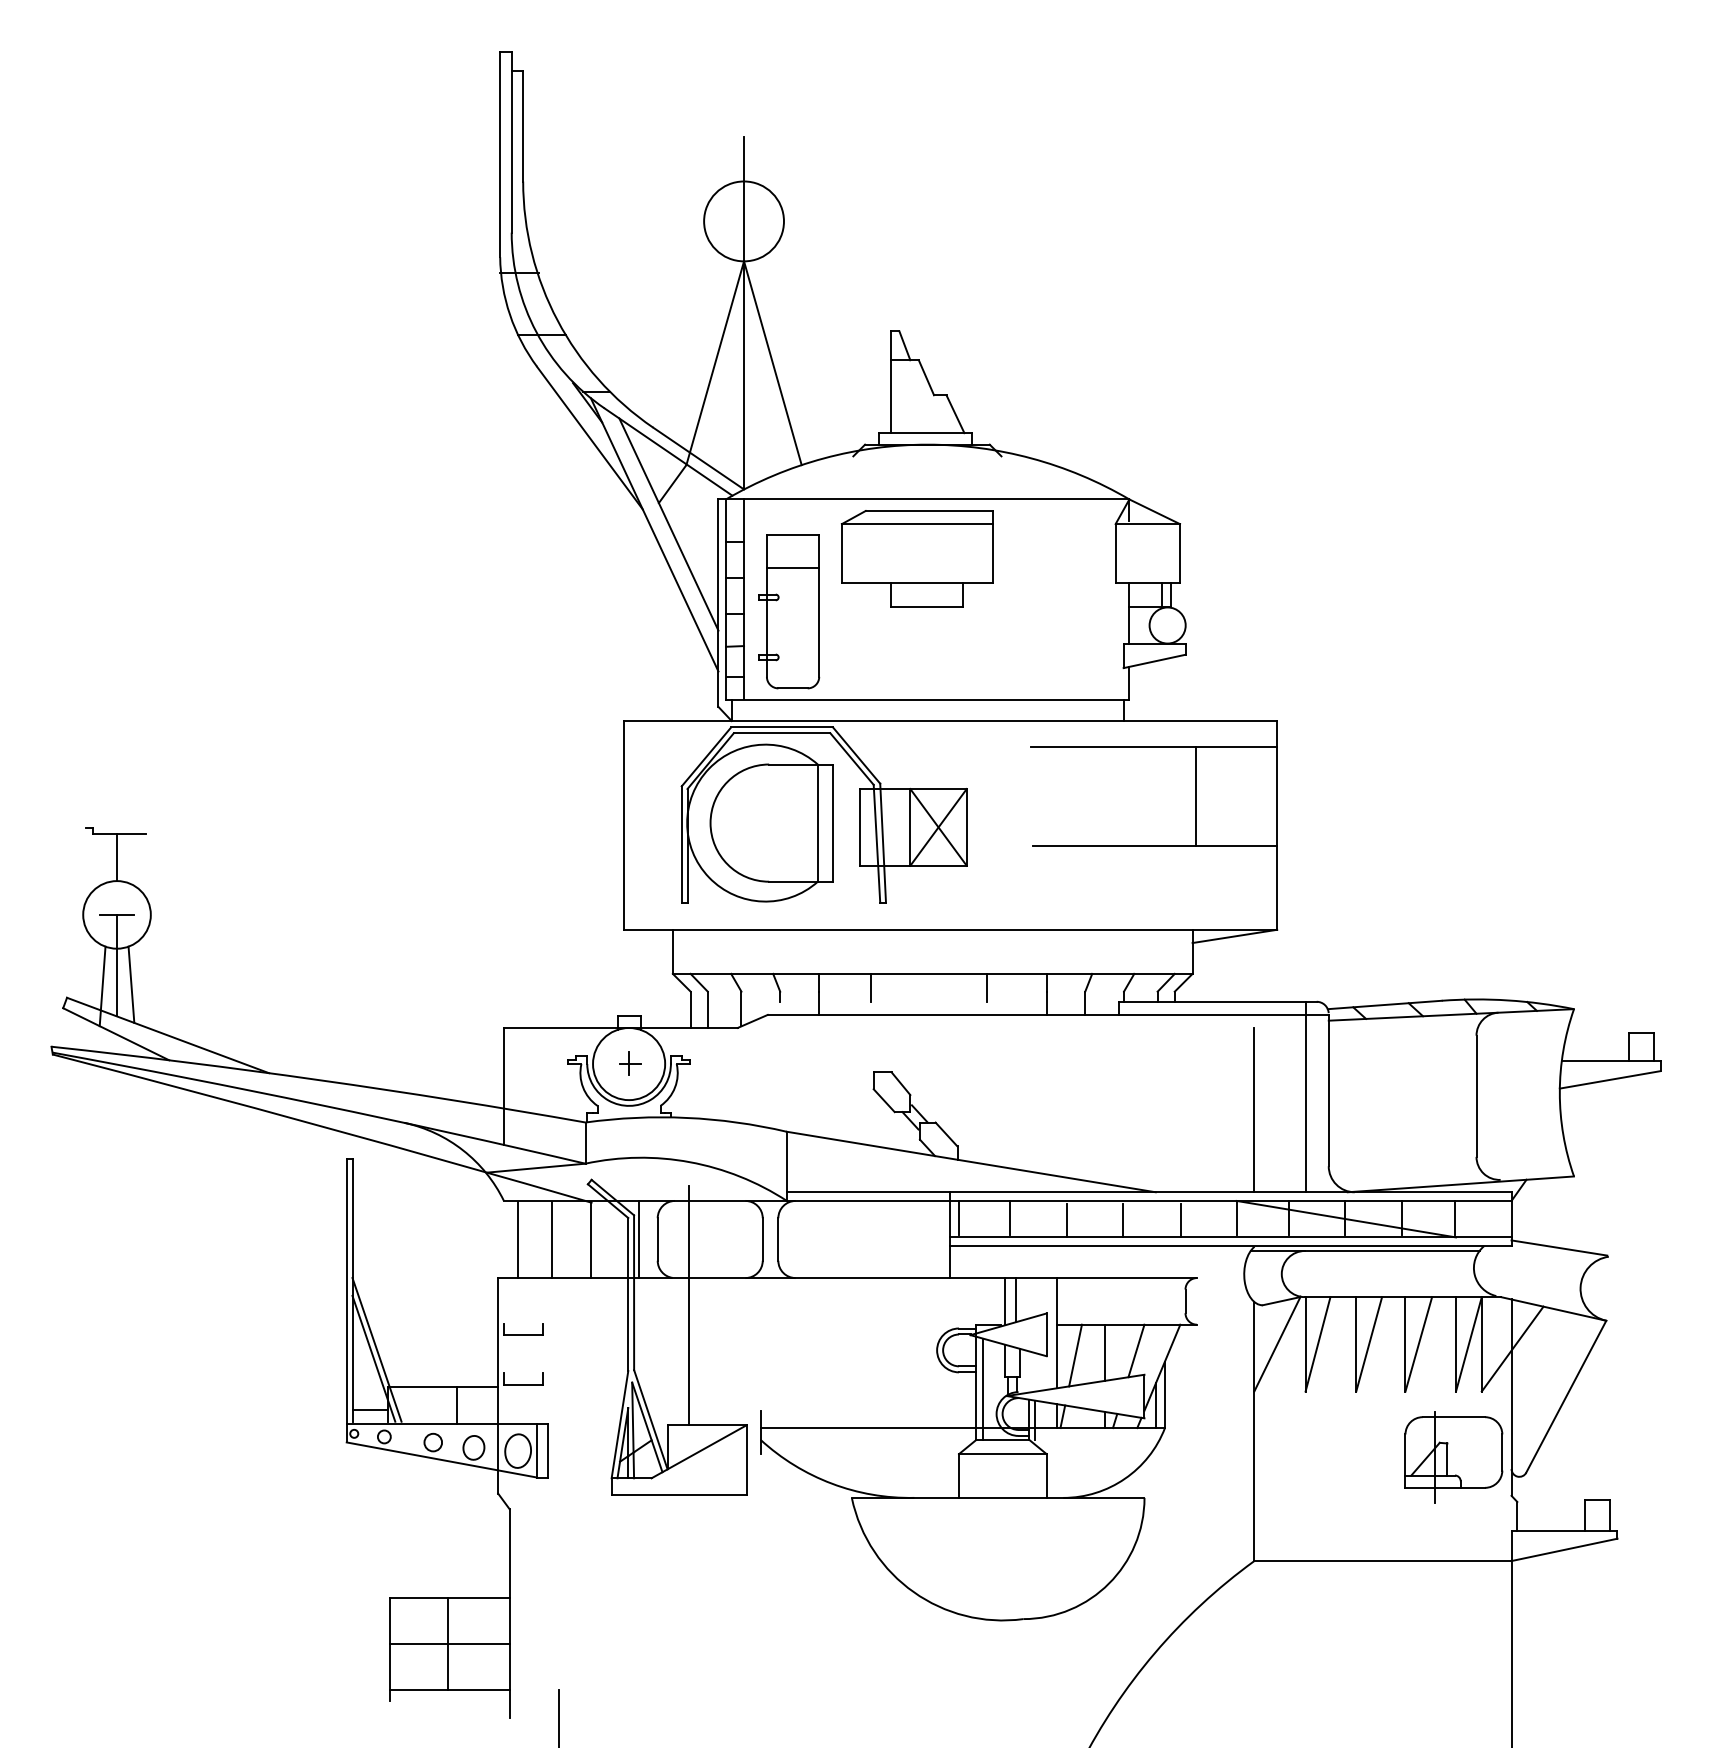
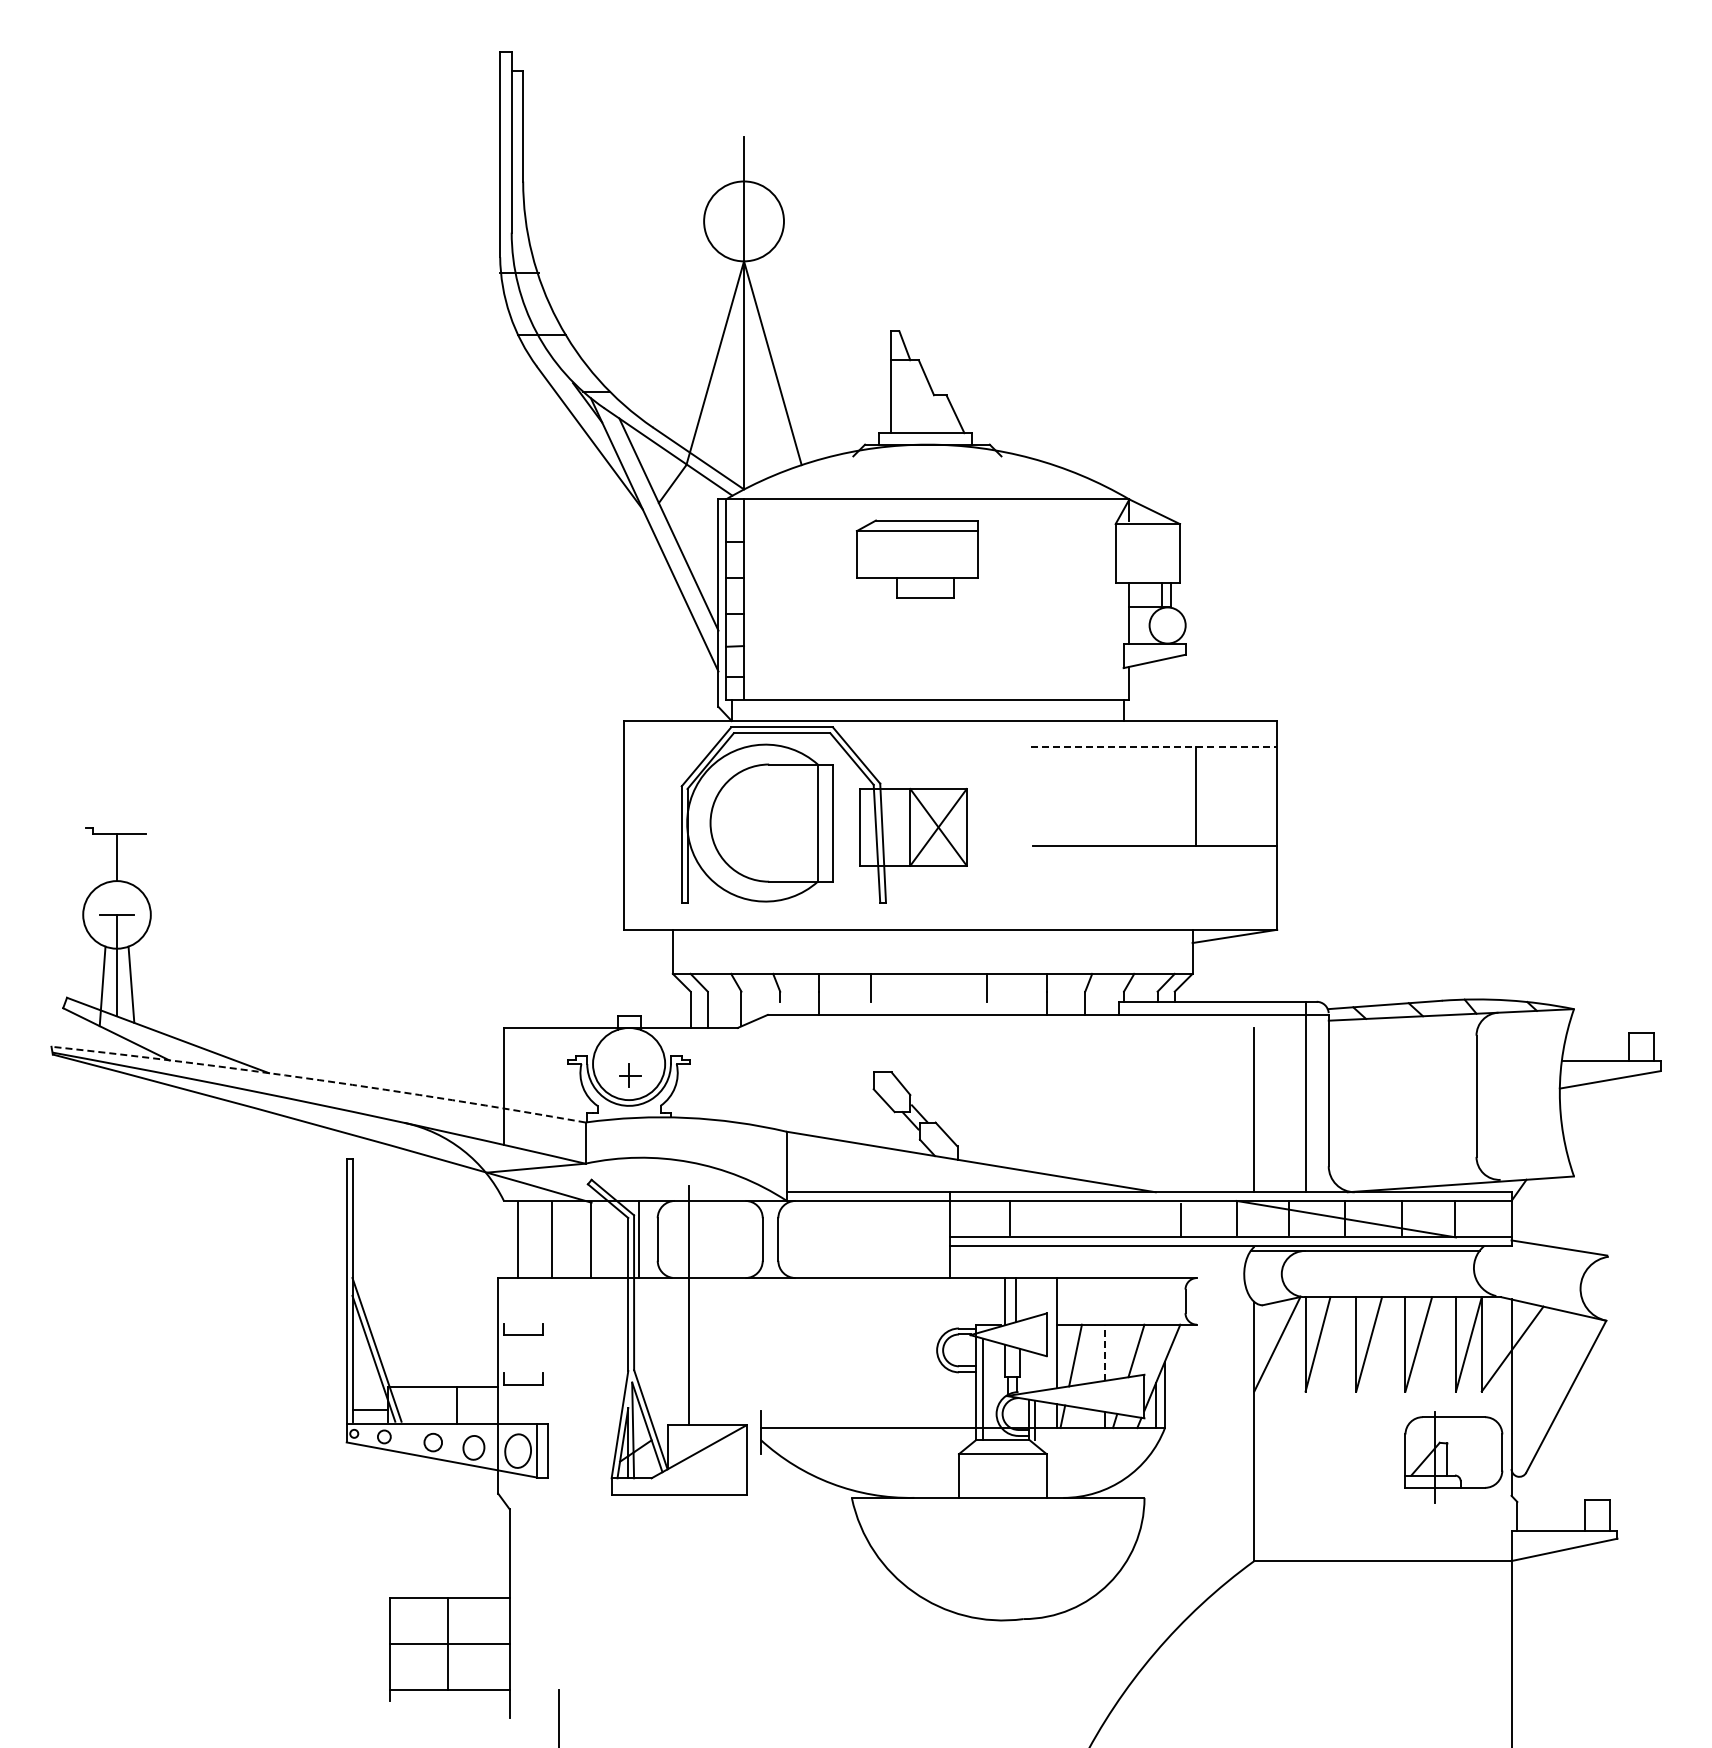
part at (916, 558) size: 154x98 px -> 124x80 px
part at (789, 611): present -> none
line at (1154, 747): solid -> dashed
part at (630, 1063) position: (630, 1063) -> (630, 1075)
arc at (319, 1080): solid -> dashed
line at (958, 1217): present -> none
line at (1067, 1220): present -> none
line at (1123, 1220): present -> none
line at (1104, 1352): solid -> dashed
